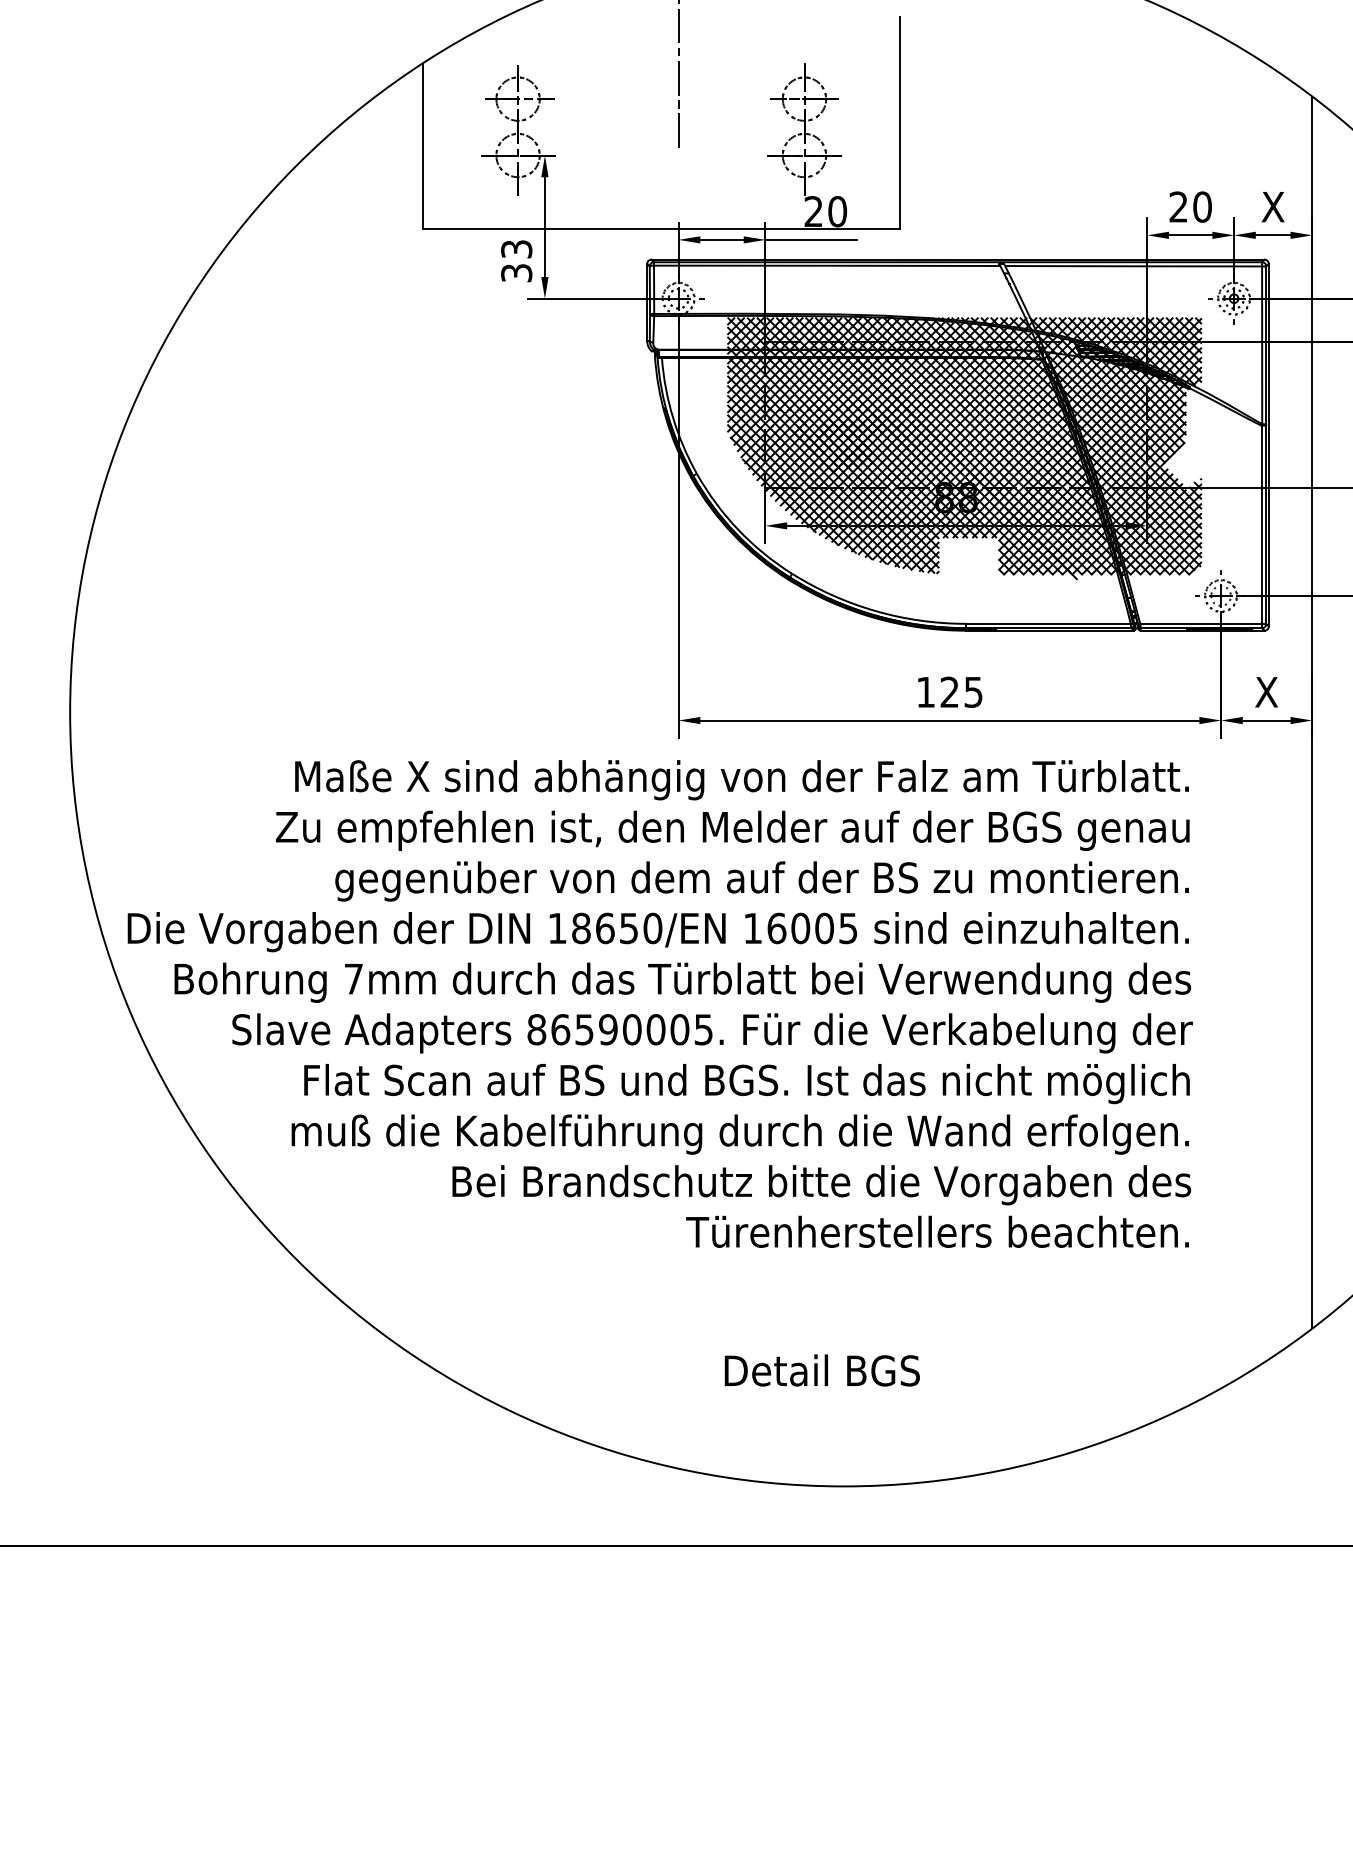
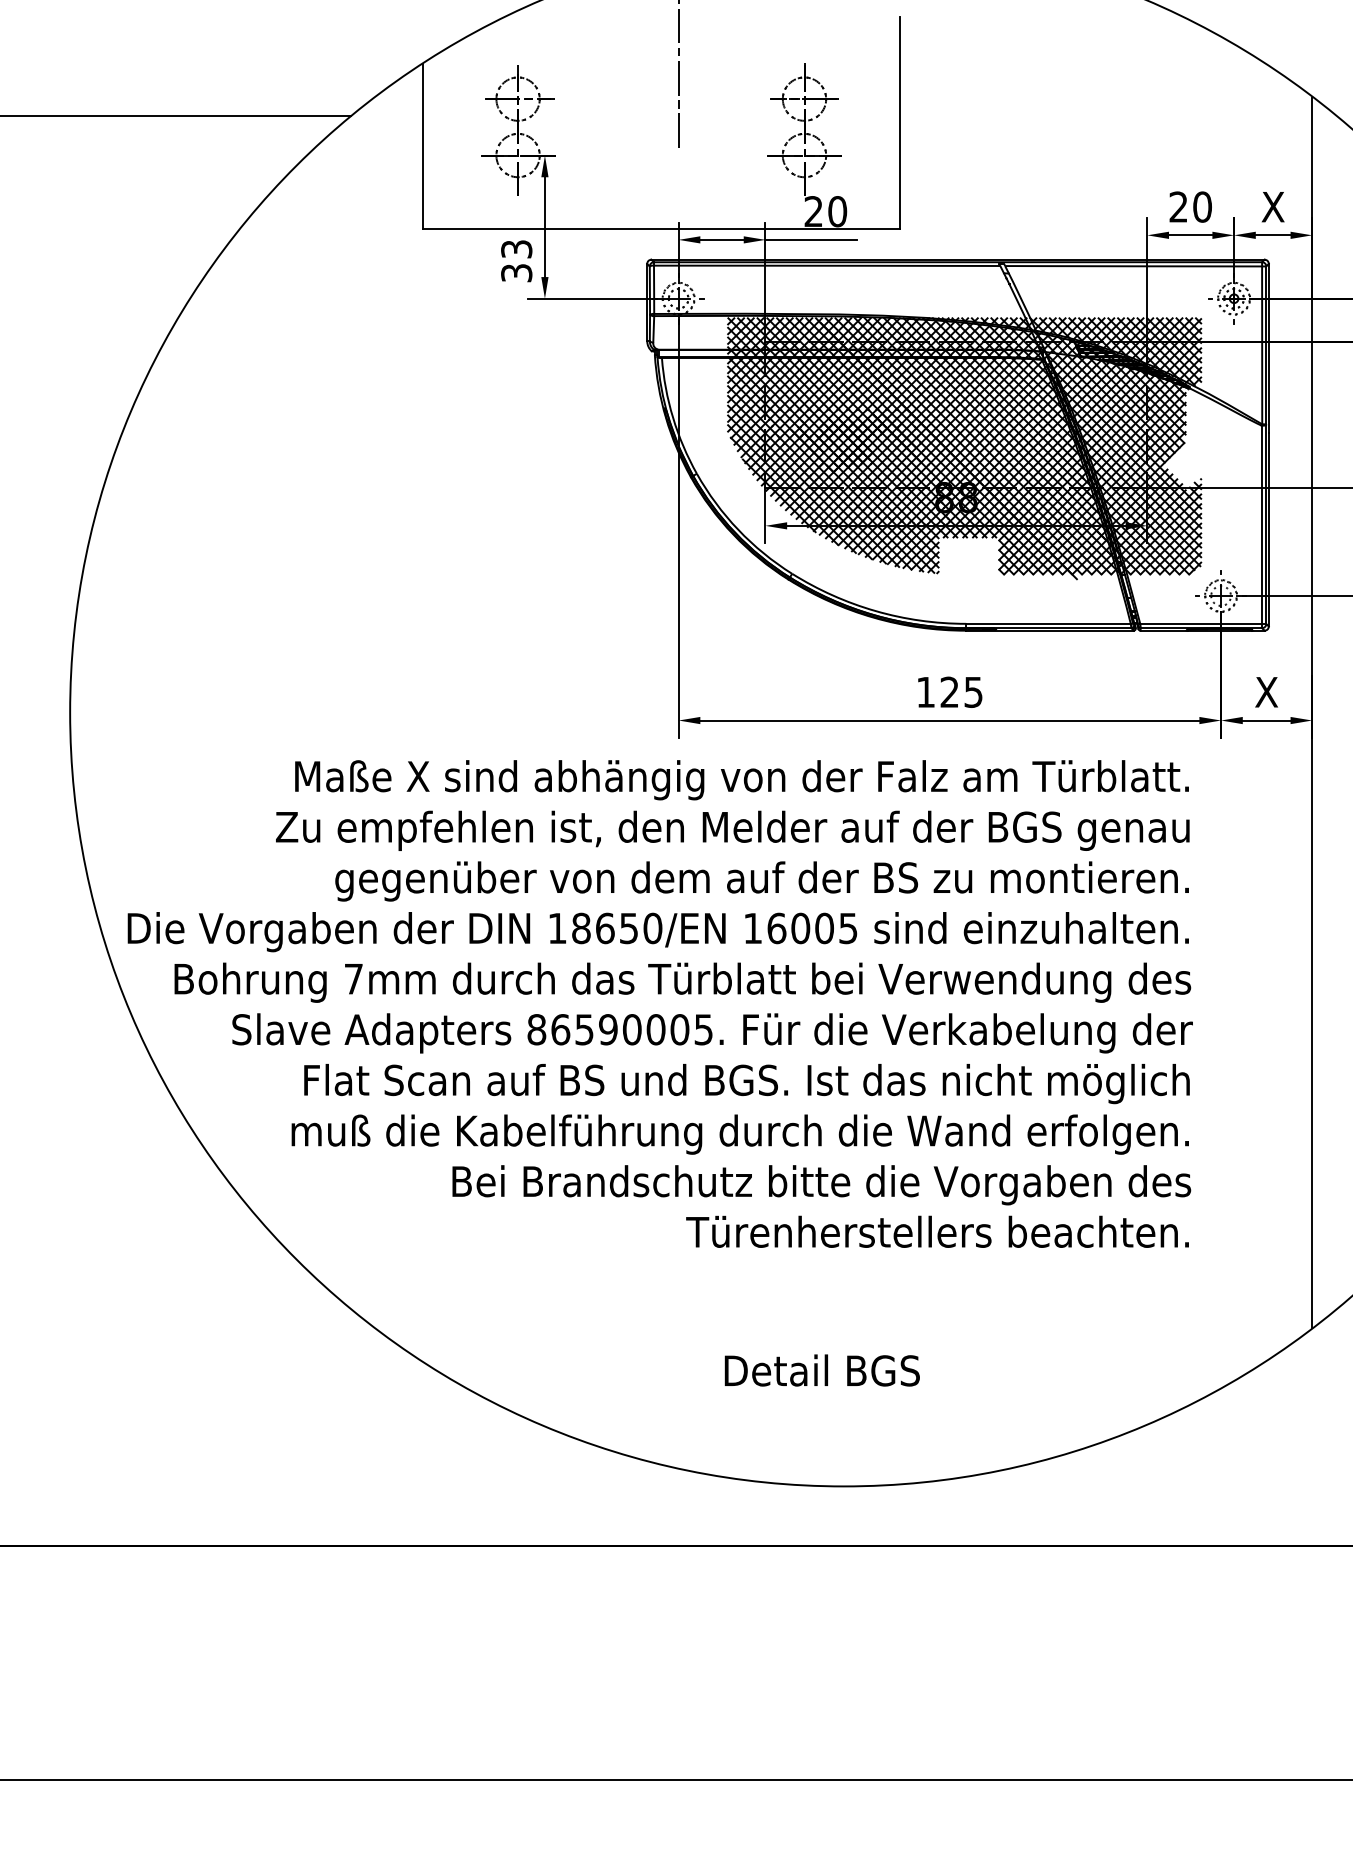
line at (176, 115): none -> present
line at (675, 1779): none -> present
